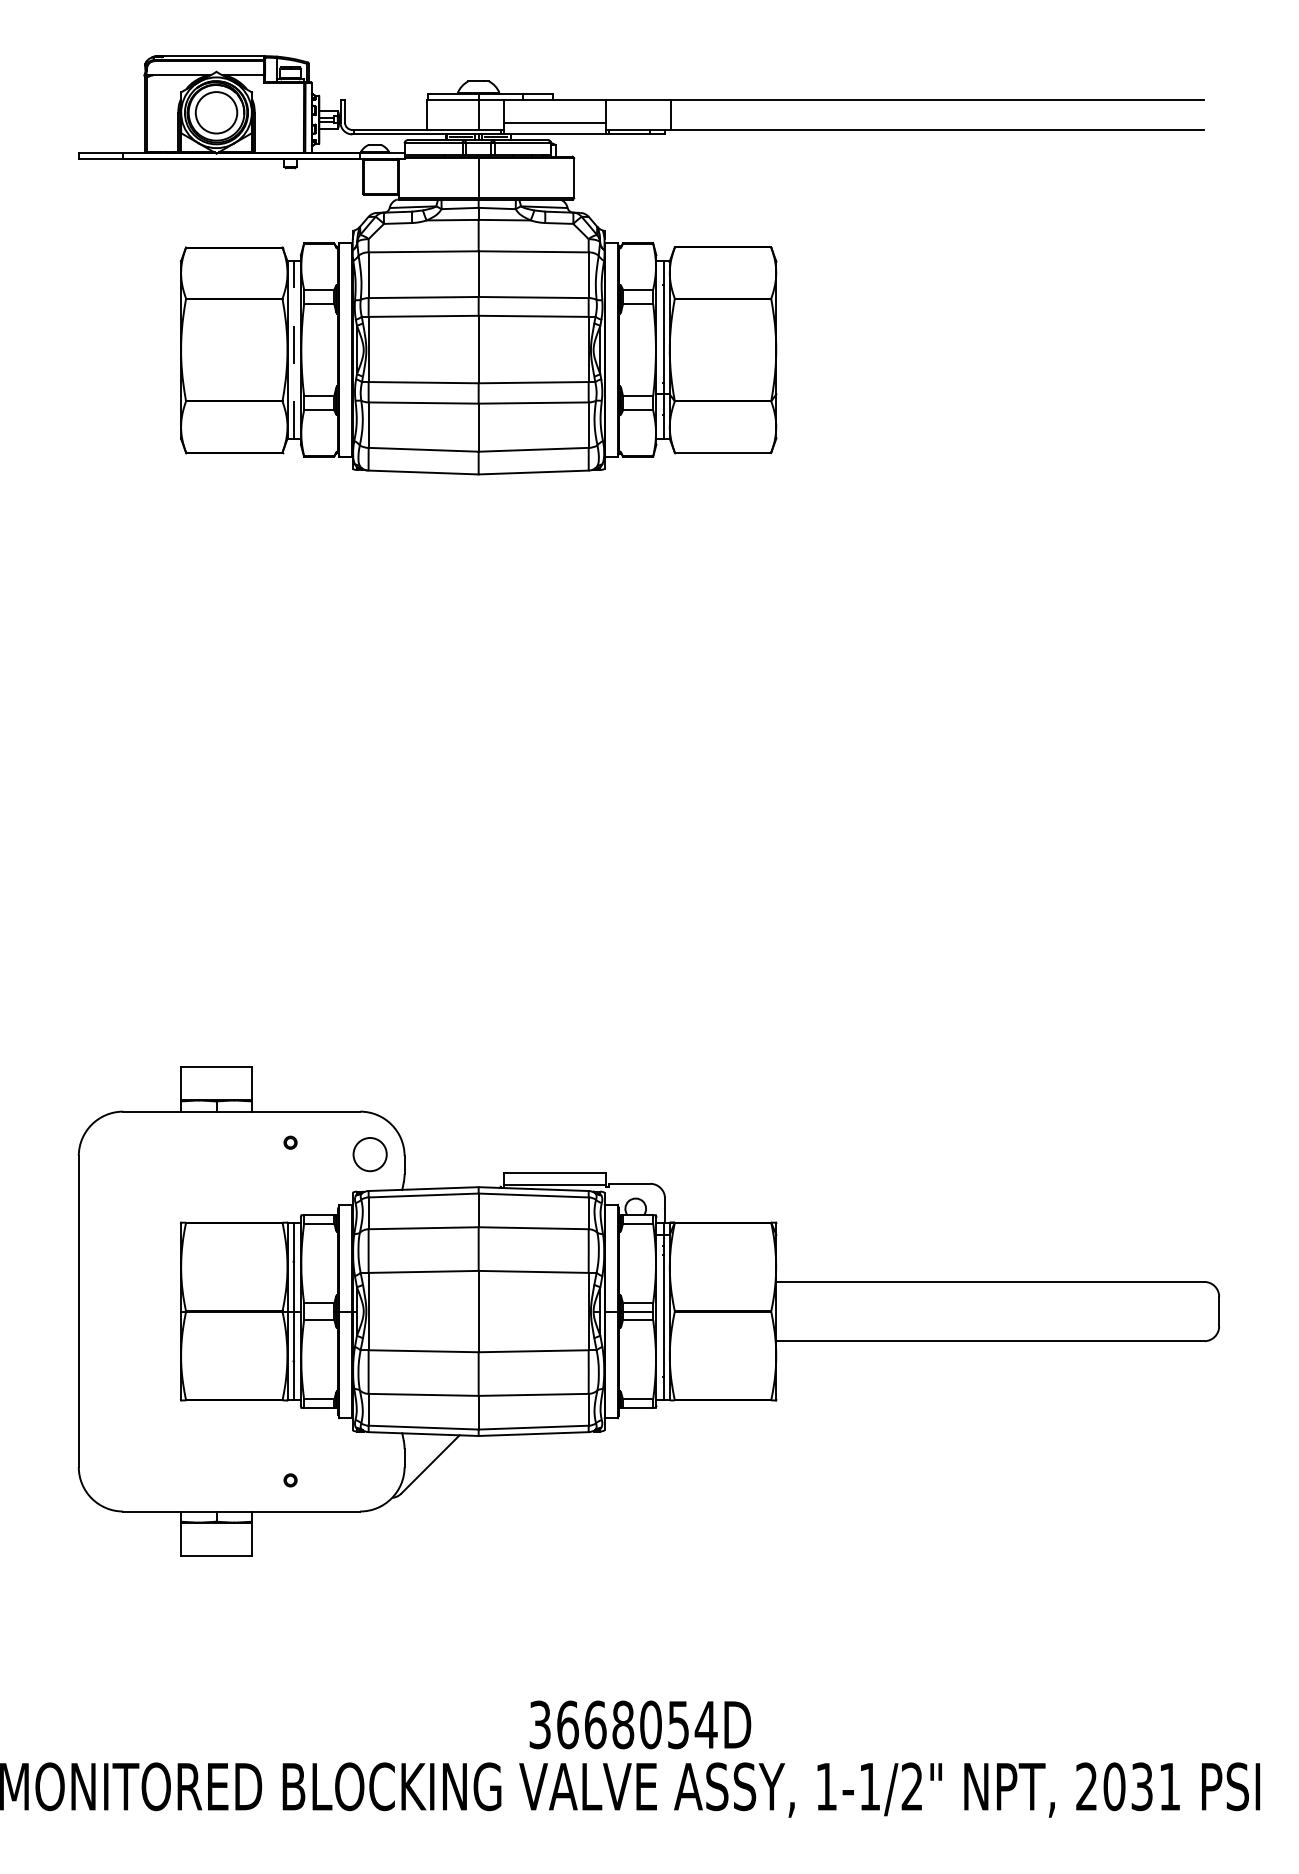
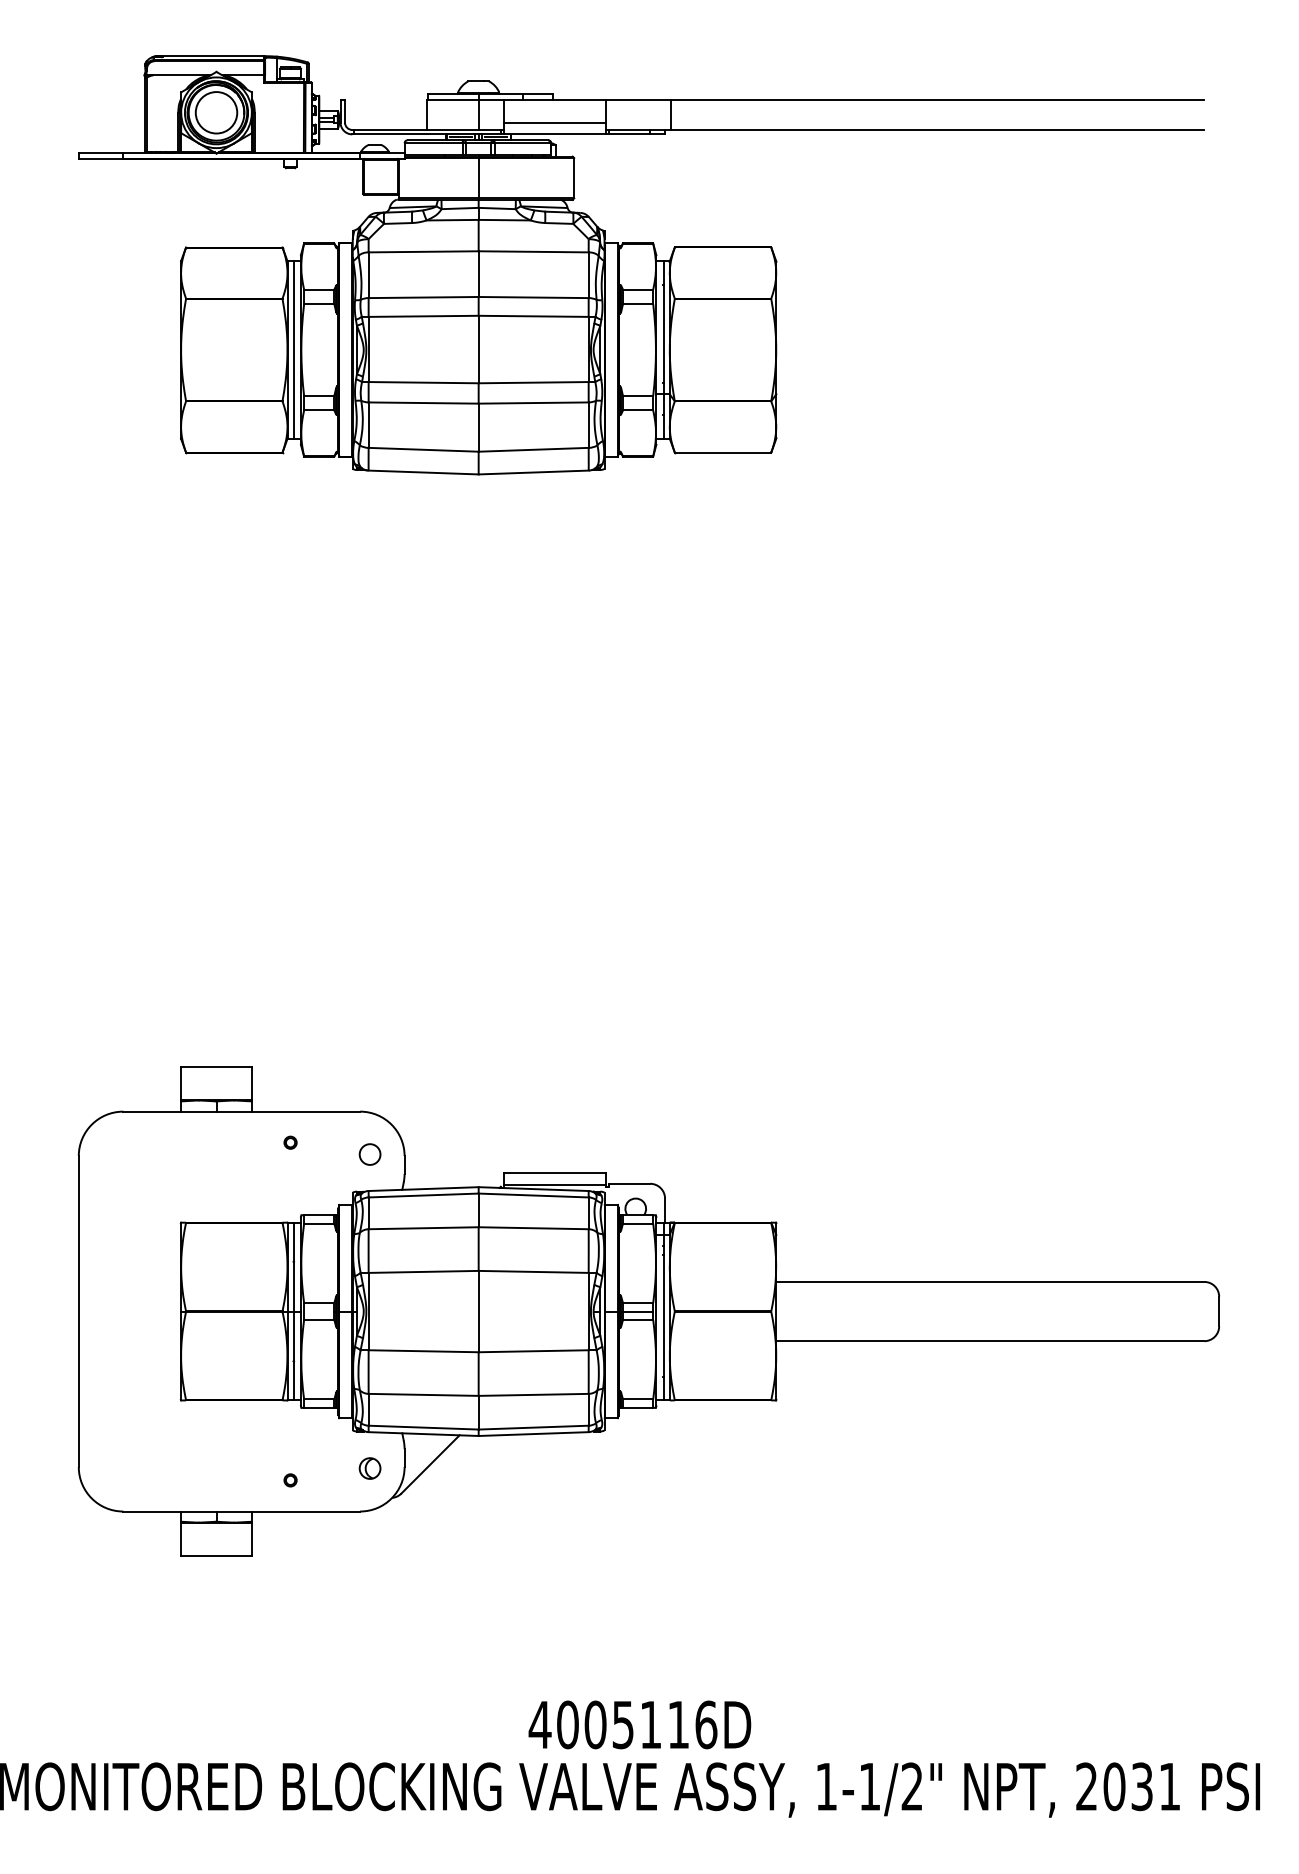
line at (293, 350): dashed -> solid
circle at (369, 1154) size: 36x36 px -> 24x23 px
part at (369, 1468): none -> present
text at (622, 1724): 3668054D -> 4005116D
